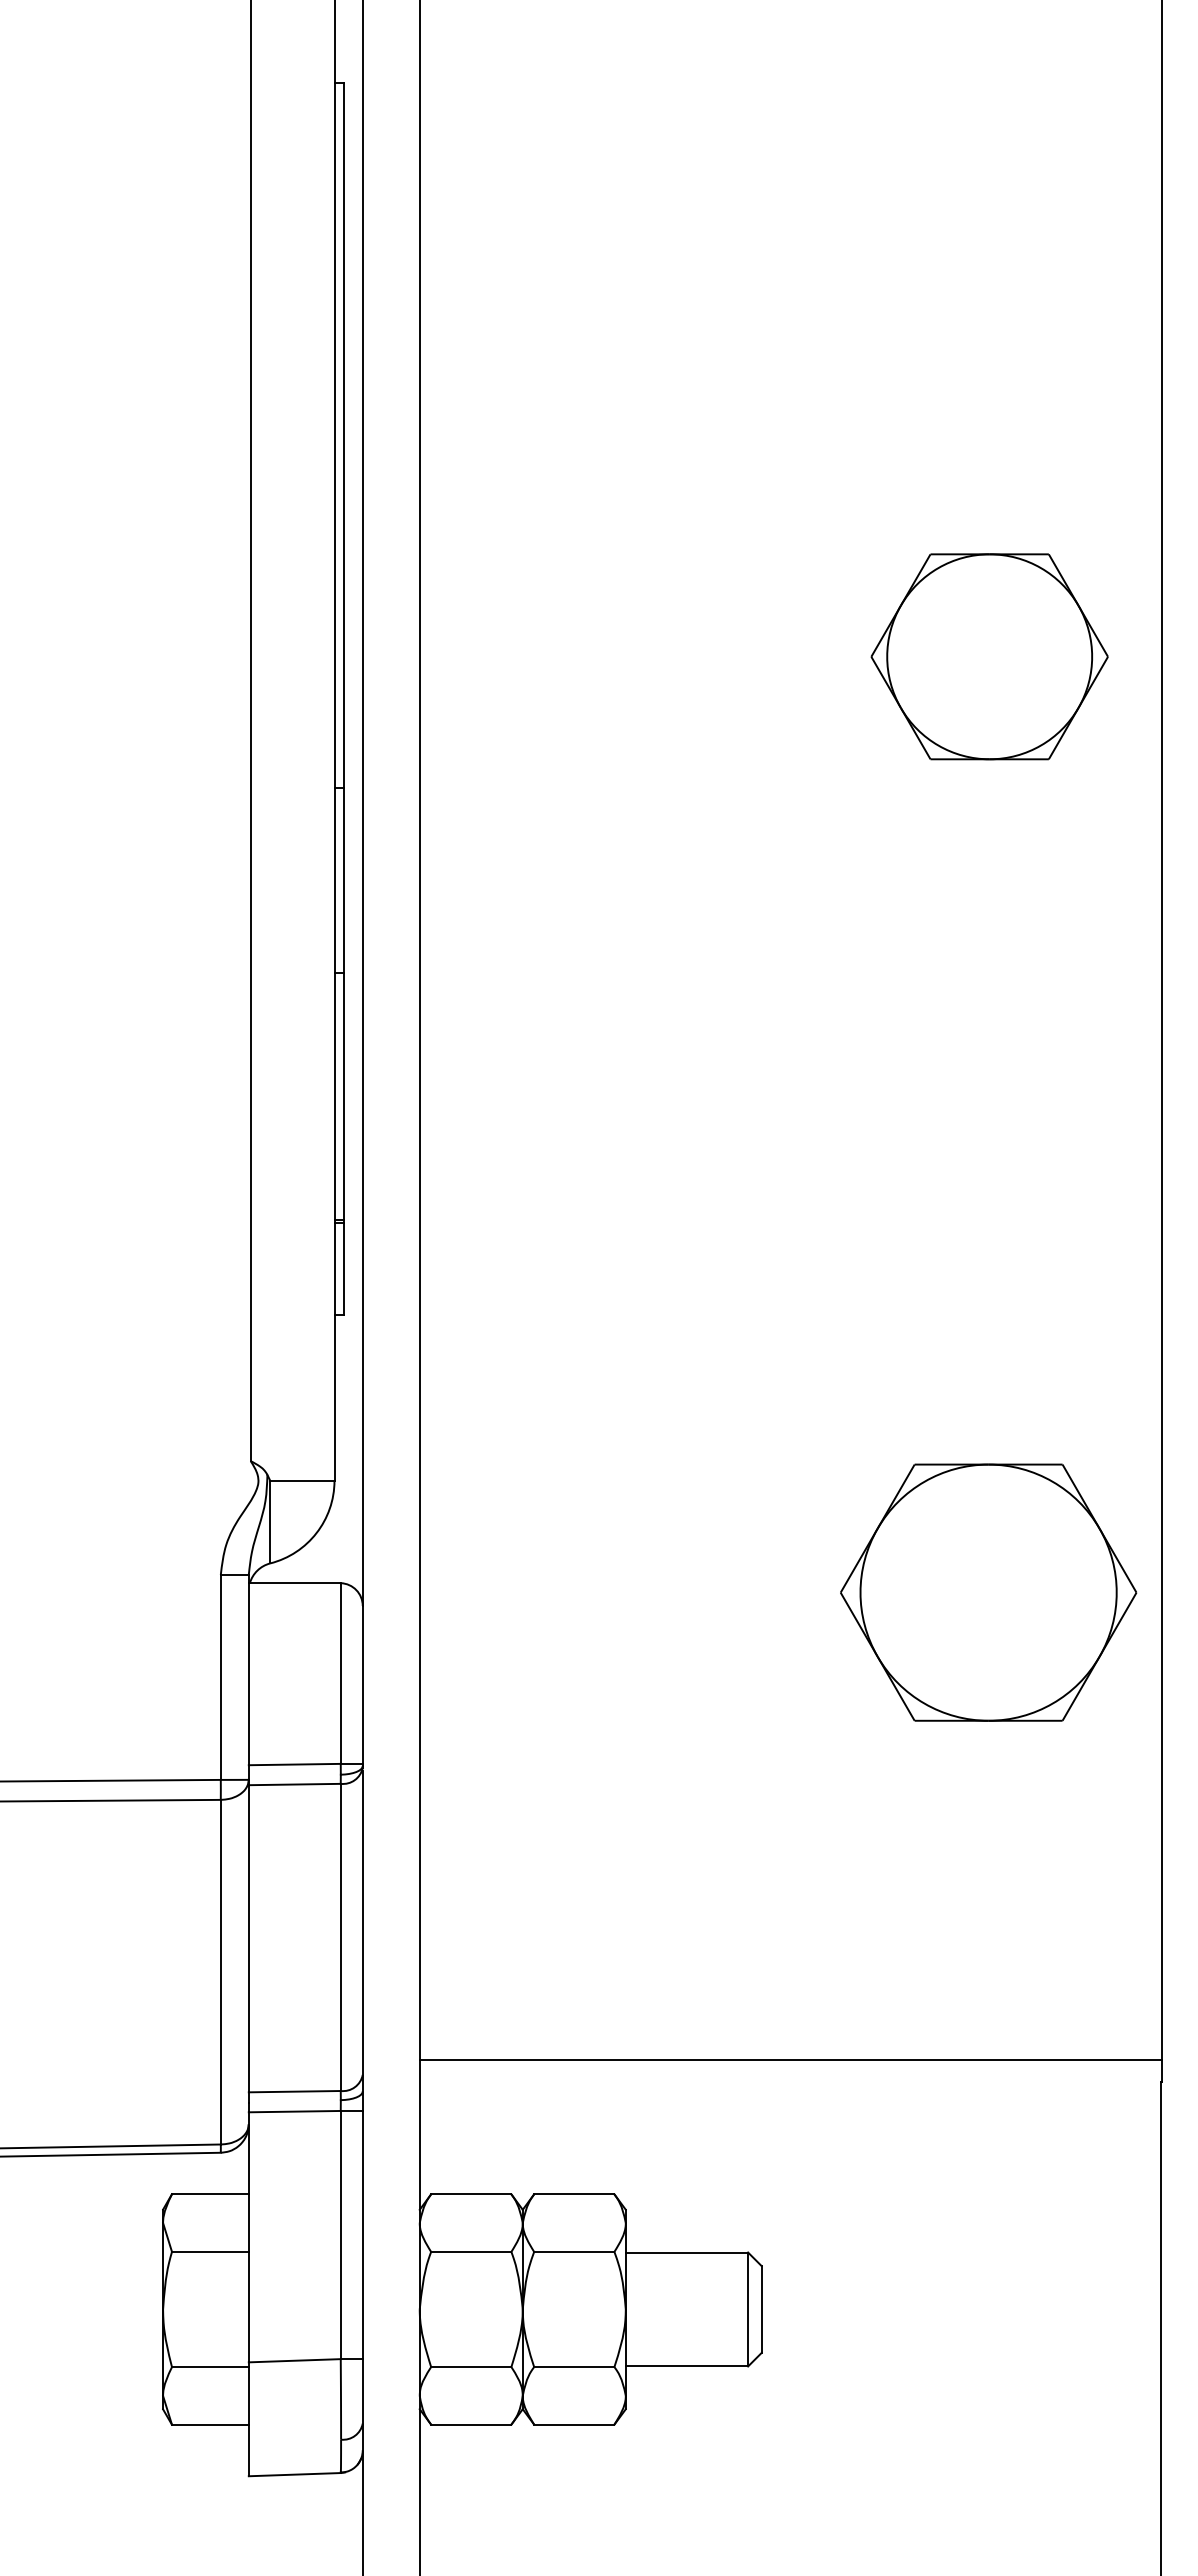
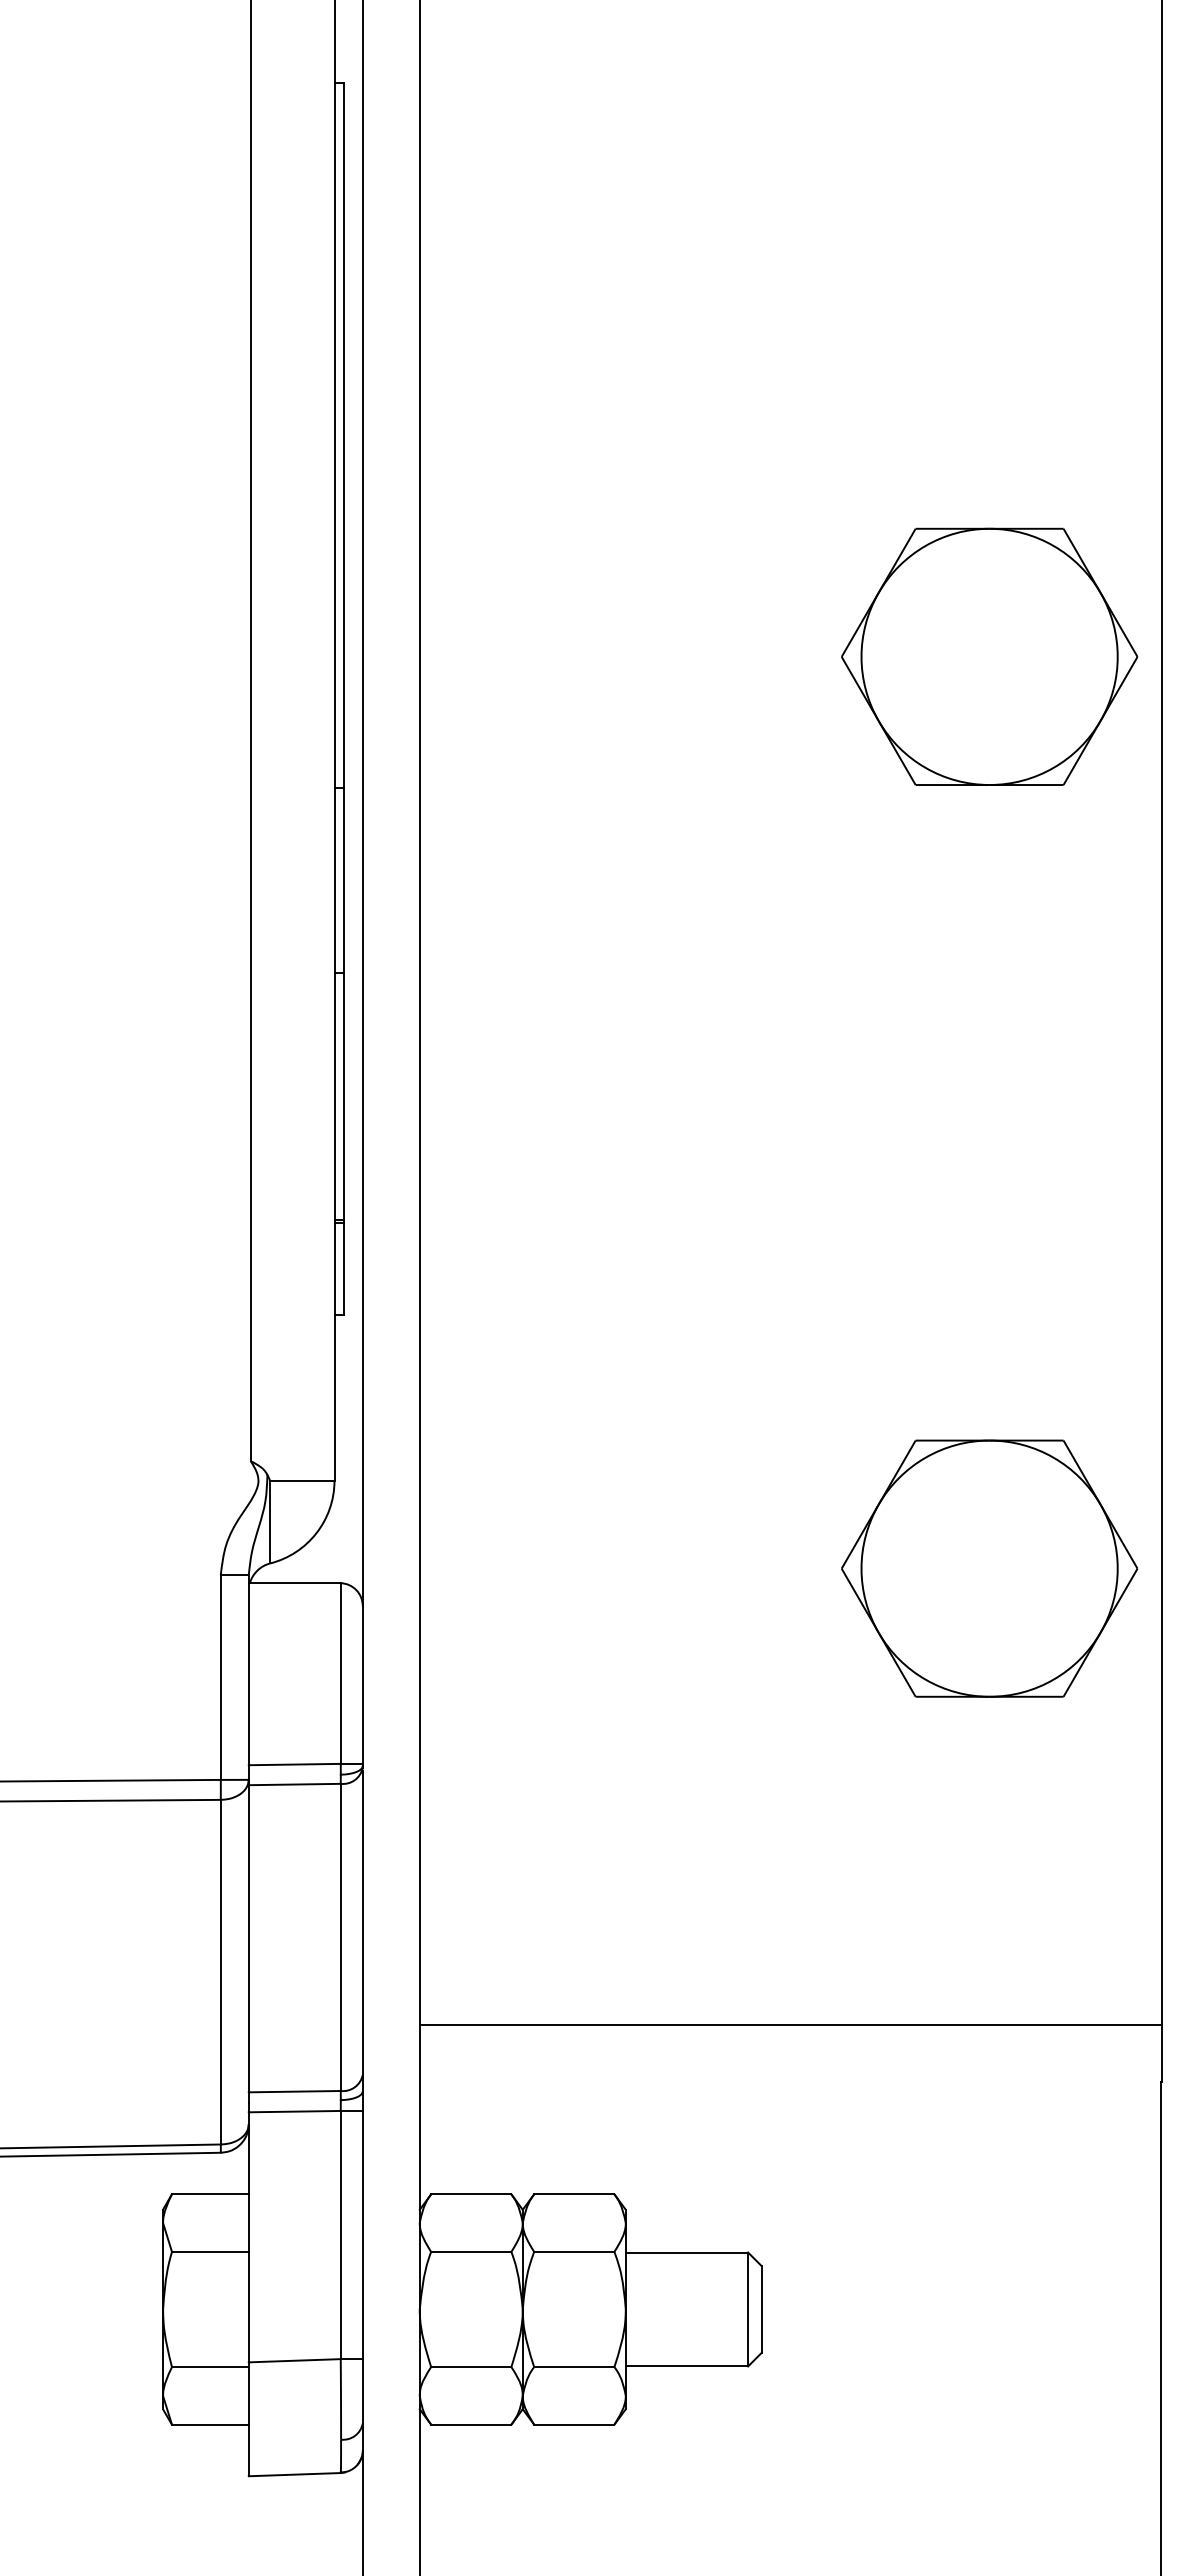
part at (989, 656) size: 239x208 px -> 298x259 px
part at (988, 1592) position: (988, 1592) -> (989, 1568)
line at (790, 2059) position: (790, 2059) -> (790, 2024)
